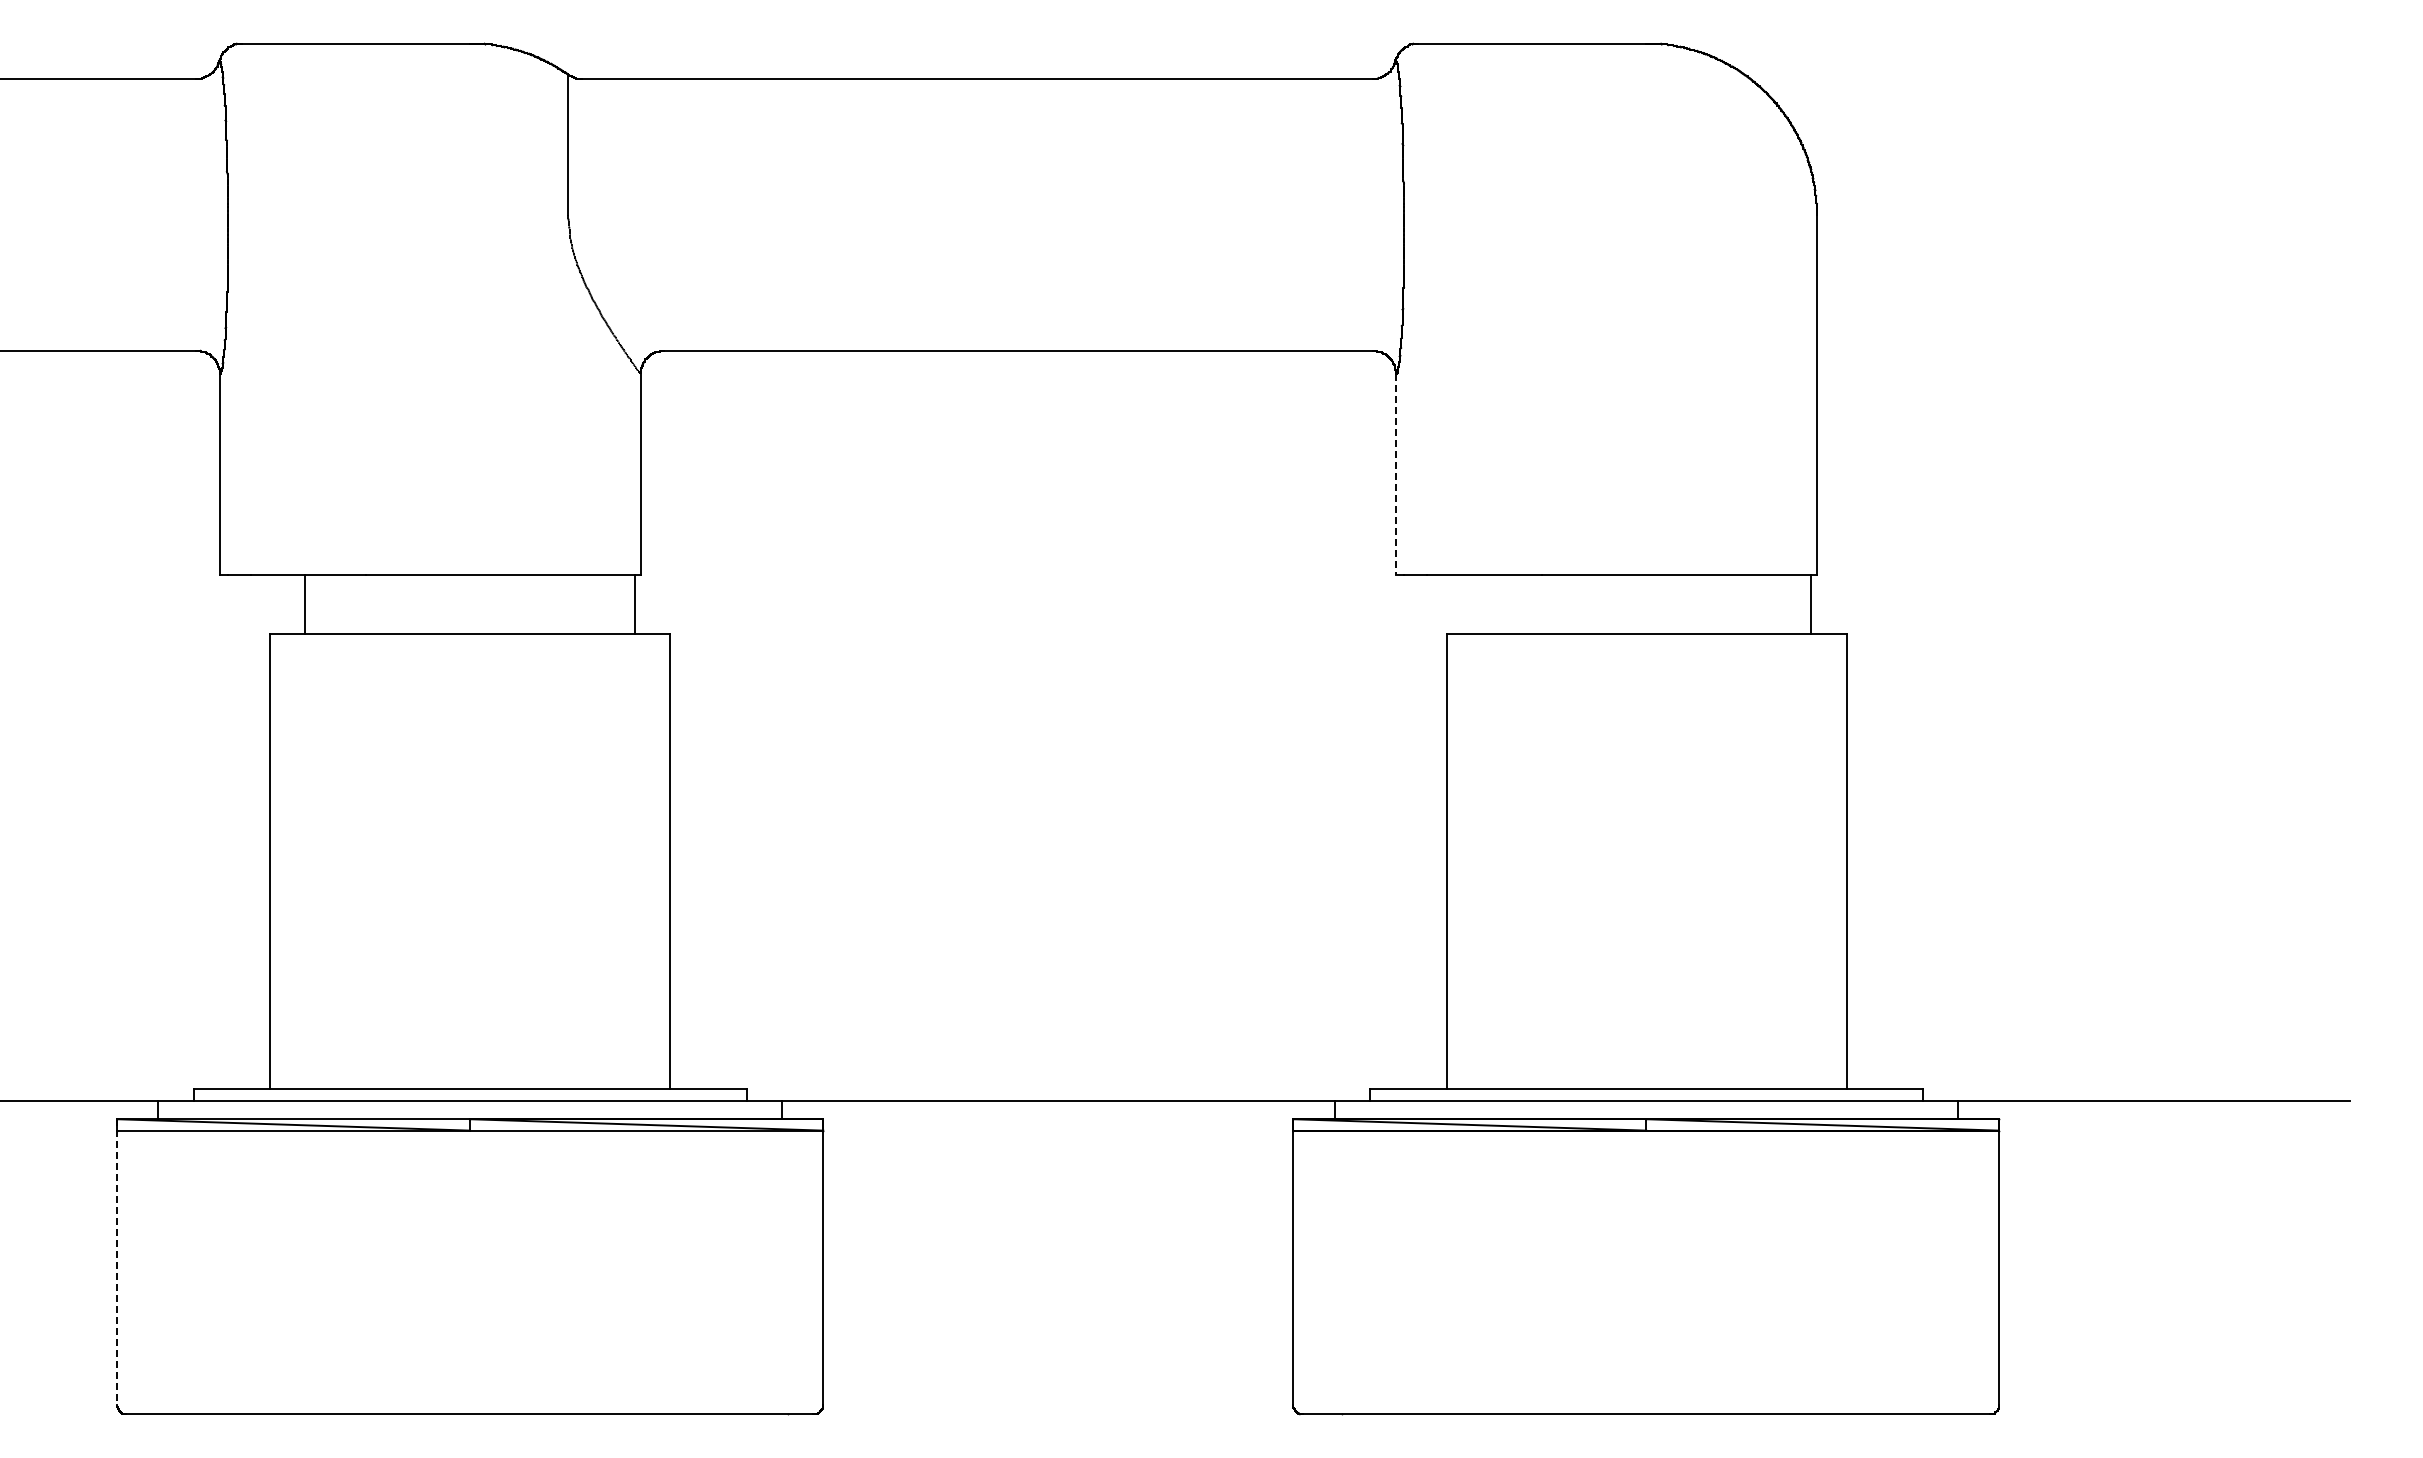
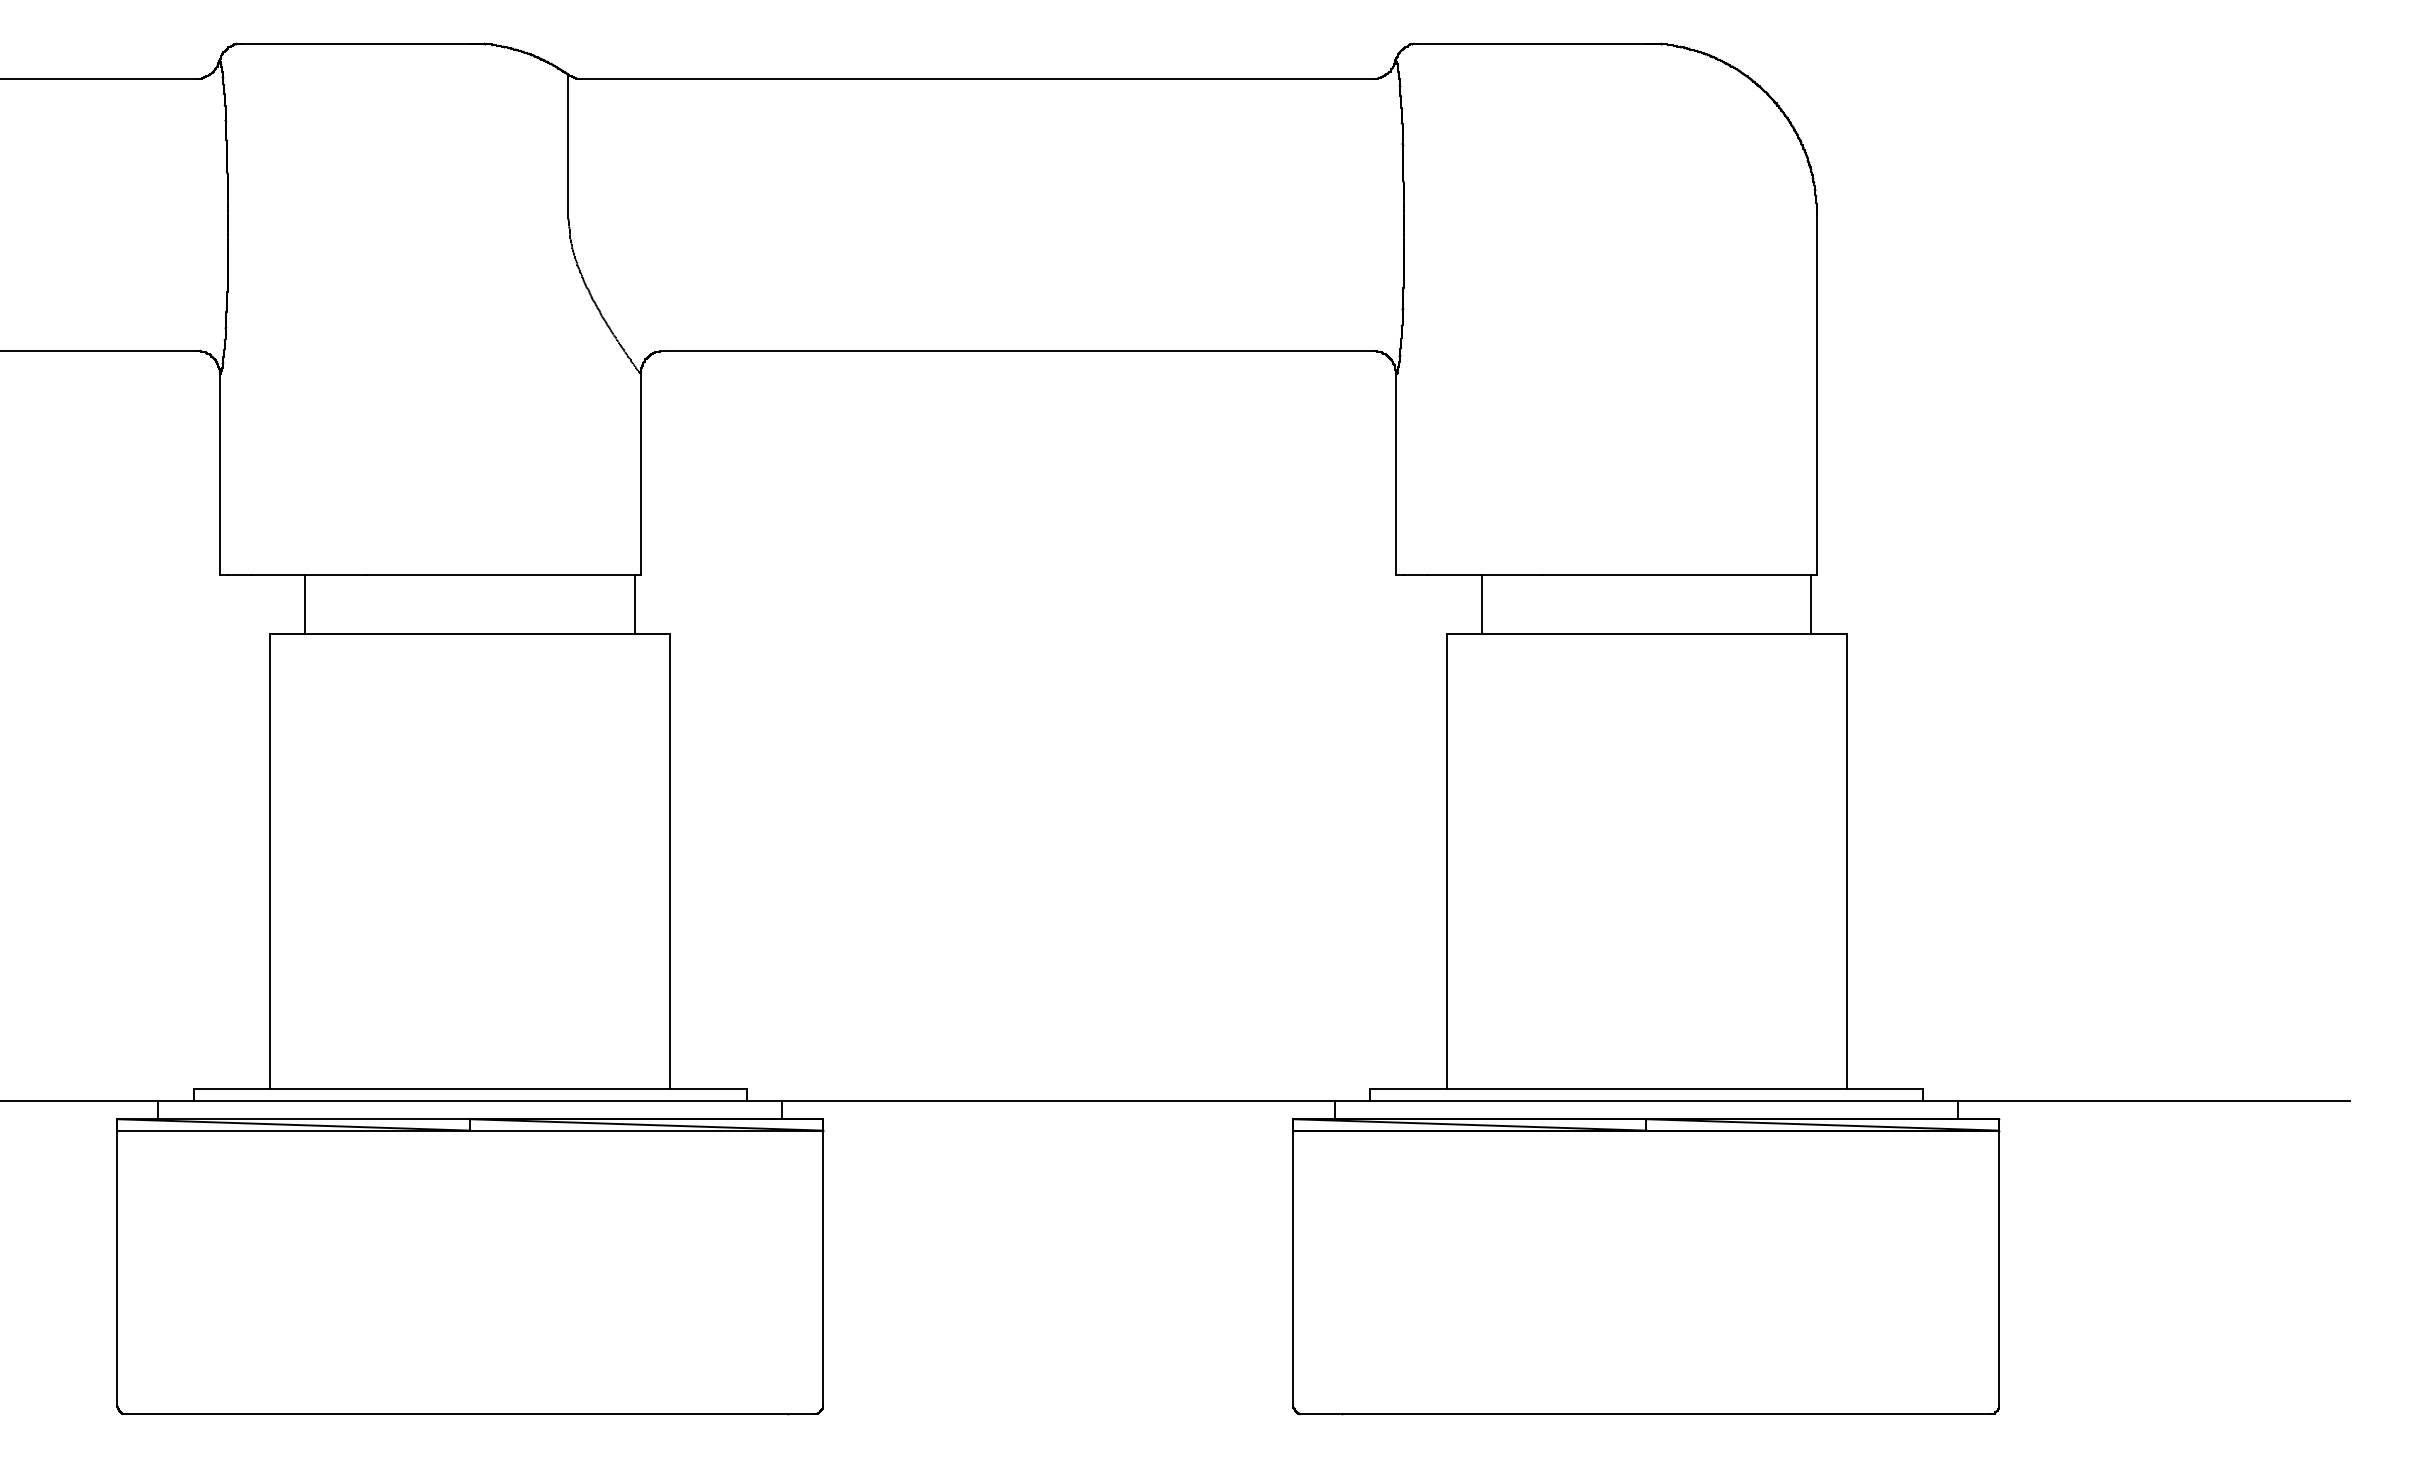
line at (1396, 474): dashed -> solid
line at (1481, 604): none -> present
line at (117, 1262): dashed -> solid
